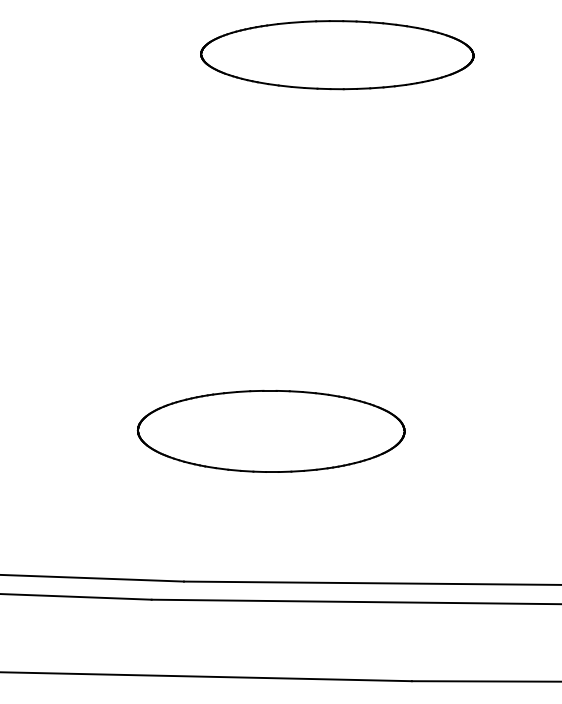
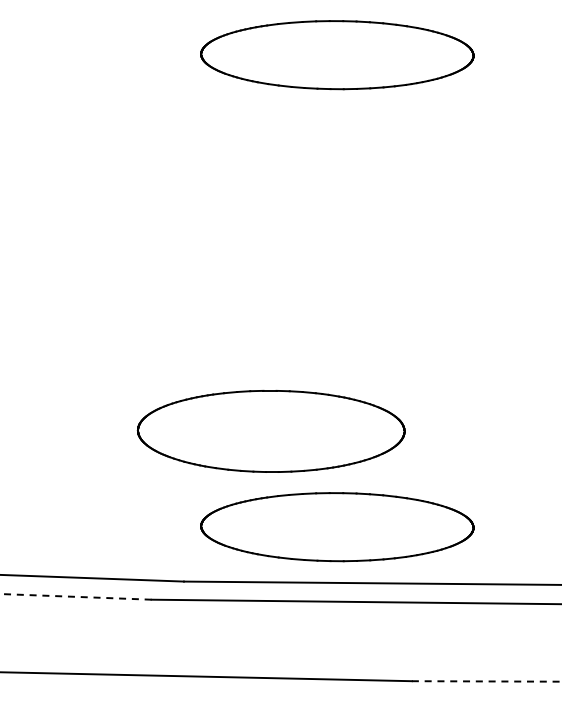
part at (337, 527): none -> present
line at (75, 596): solid -> dashed
line at (486, 681): solid -> dashed
